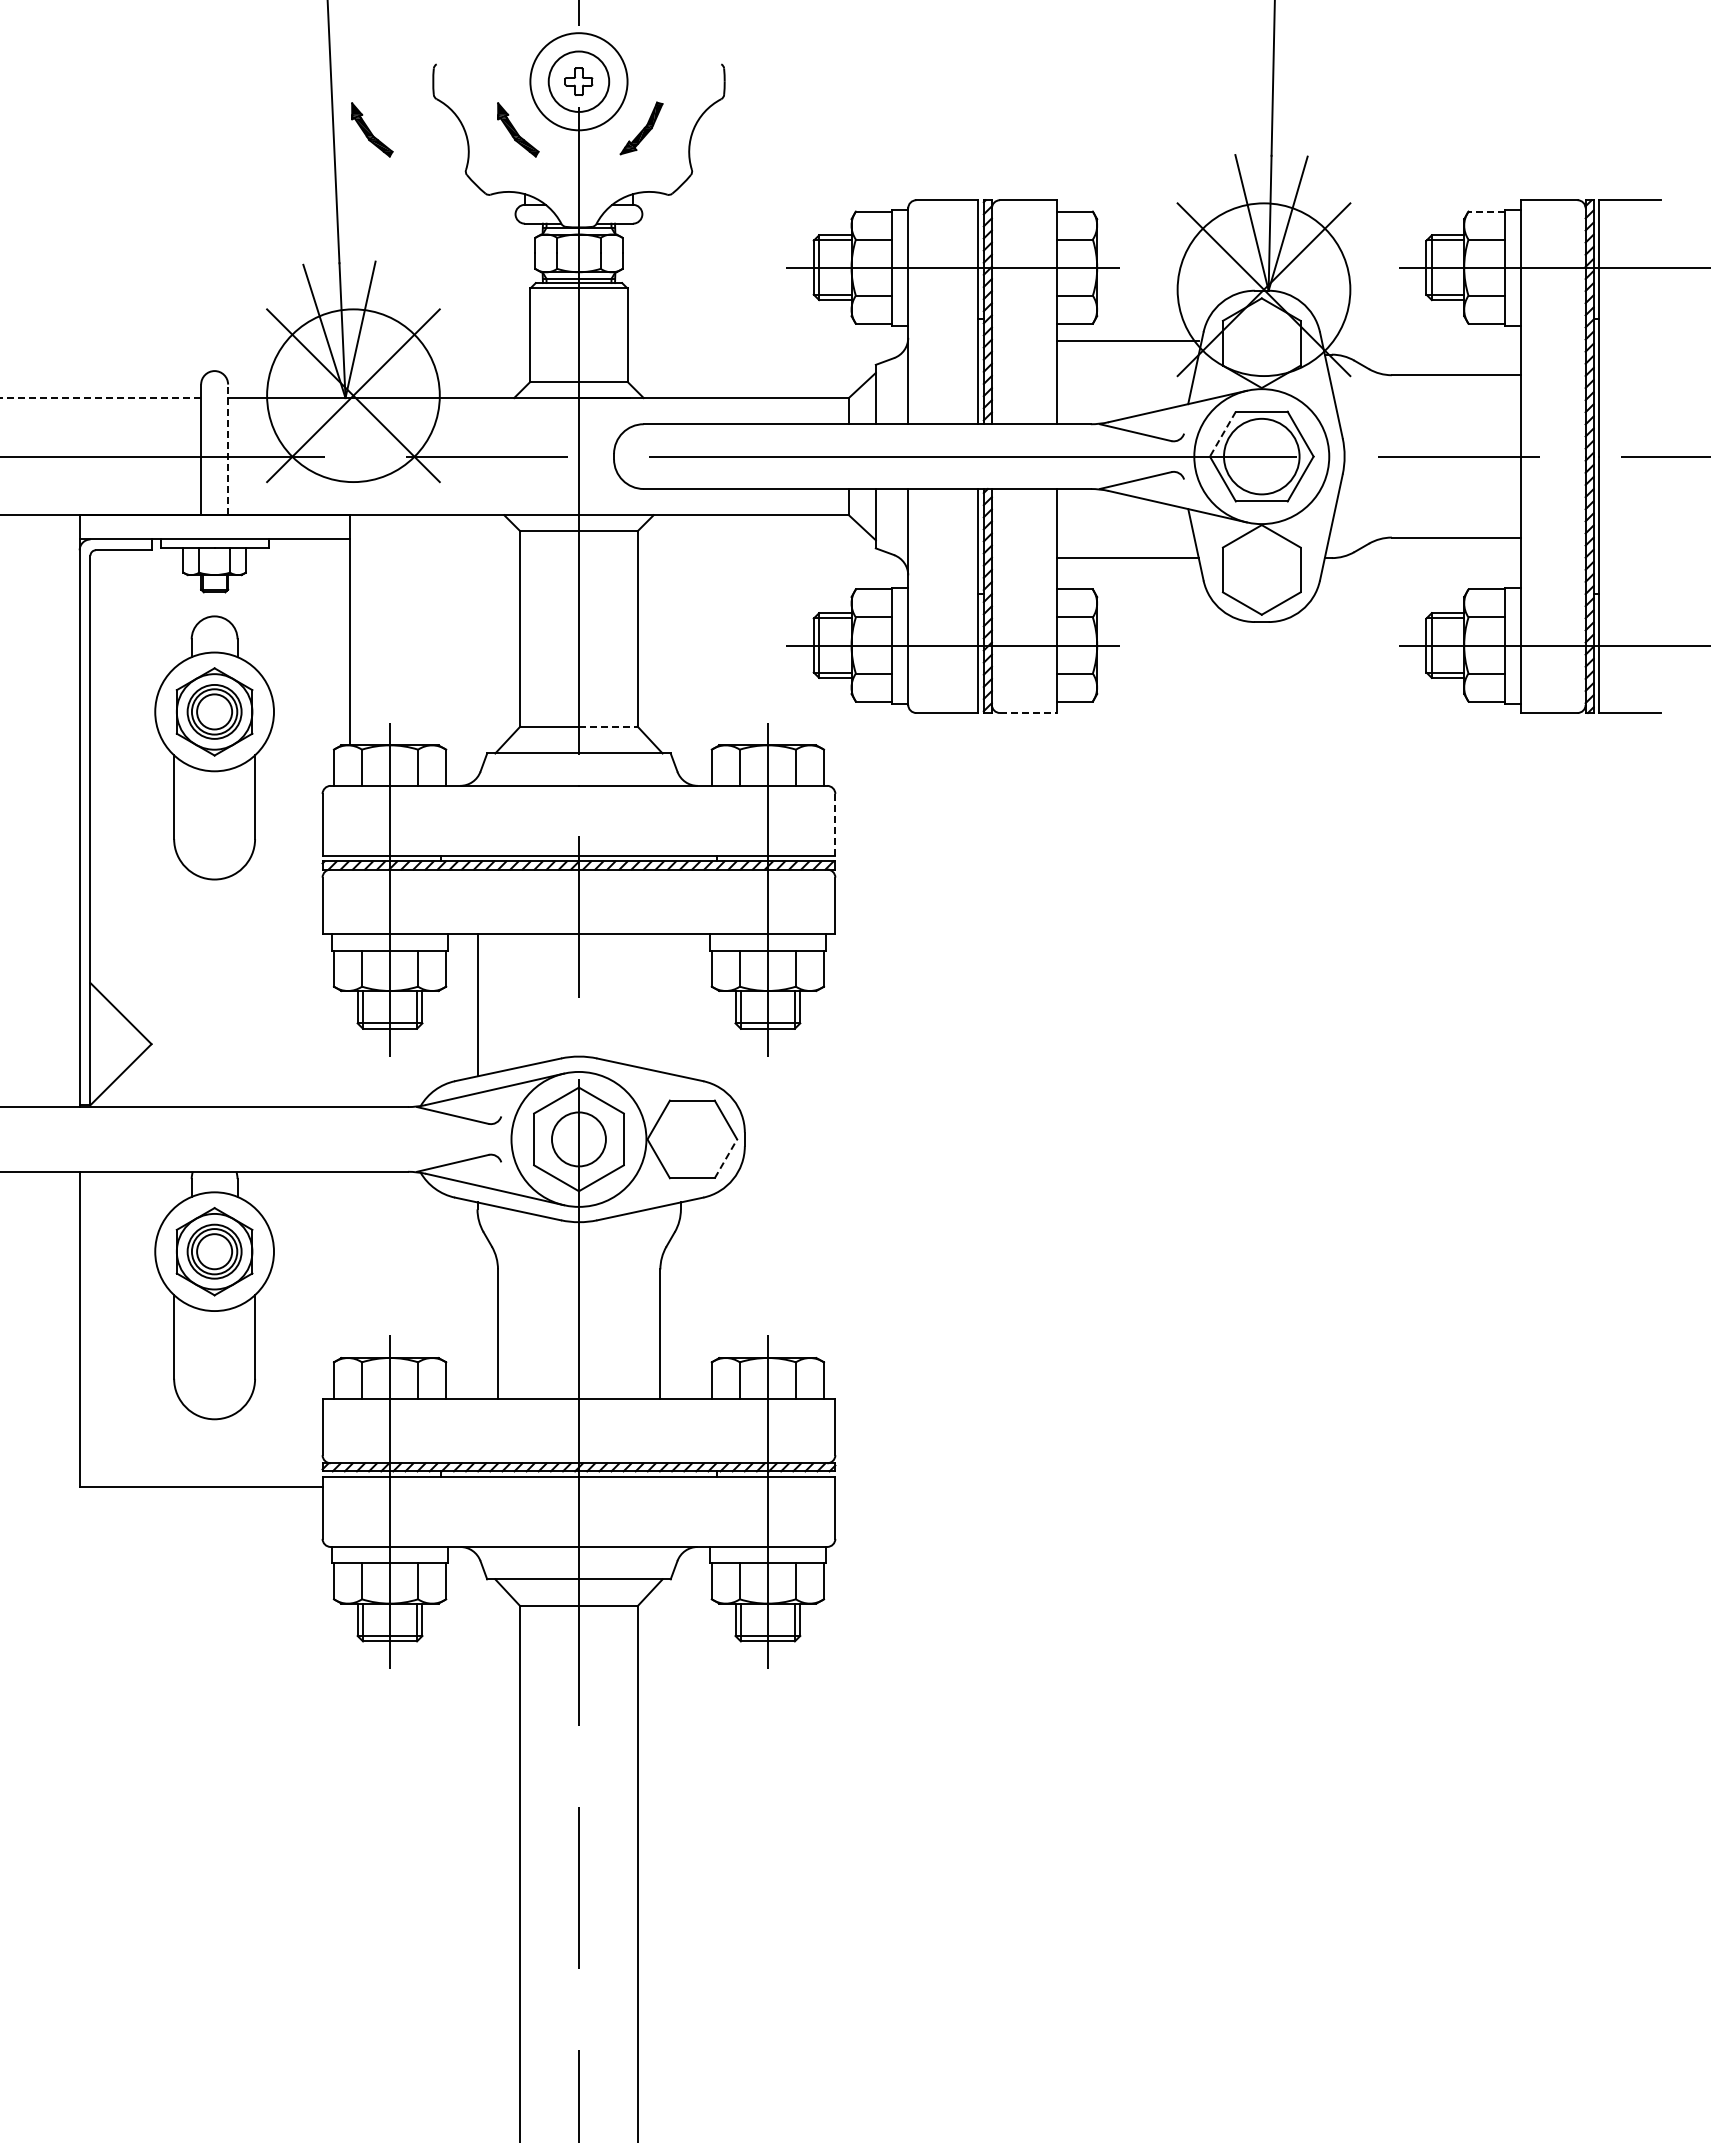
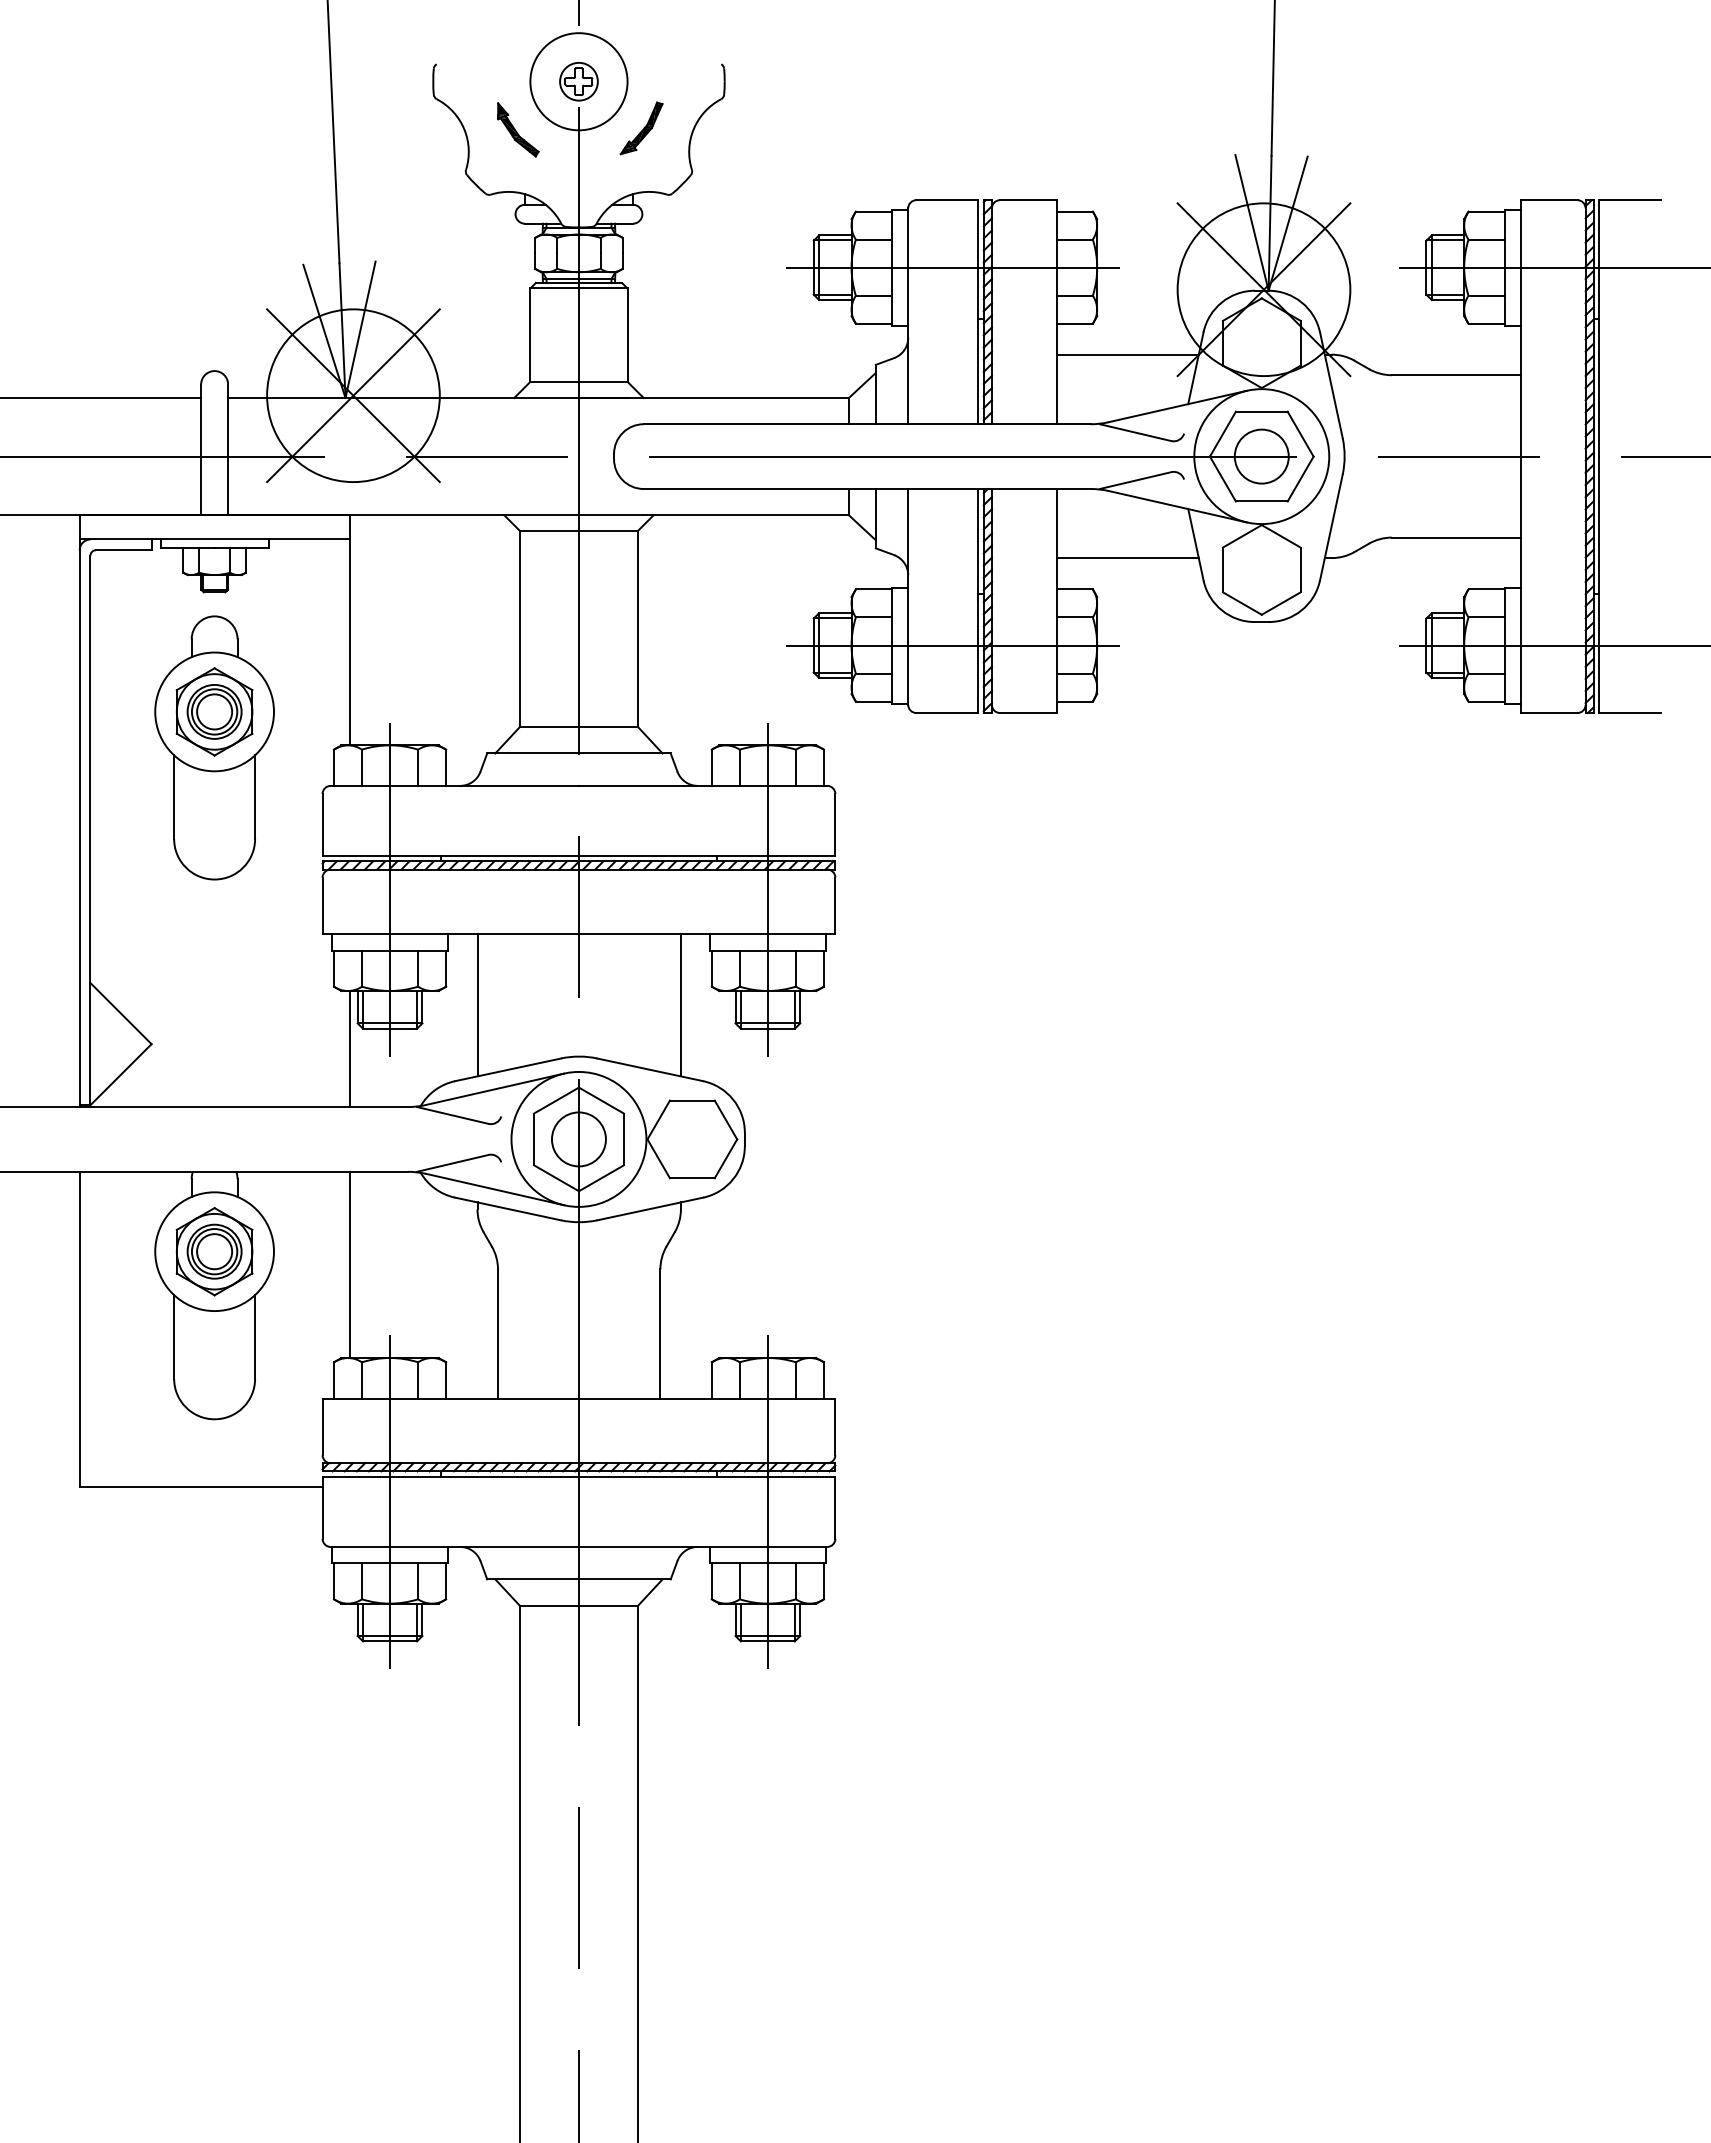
circle at (578, 81) diameter: 60 px -> 38 px
part at (372, 129): present -> none
line at (1486, 211): dashed -> solid
line at (1127, 340) position: (1127, 340) -> (1127, 354)
line at (100, 398): dashed -> solid
line at (1222, 434): dashed -> solid
line at (228, 449): dashed -> solid
circle at (1261, 456) diameter: 76 px -> 54 px
line at (1028, 713): dashed -> solid
line at (608, 726): dashed -> solid
line at (835, 825): dashed -> solid
line at (680, 1005): none -> present
line at (349, 1049): none -> present
line at (726, 1158): dashed -> solid
line at (349, 1264): none -> present
